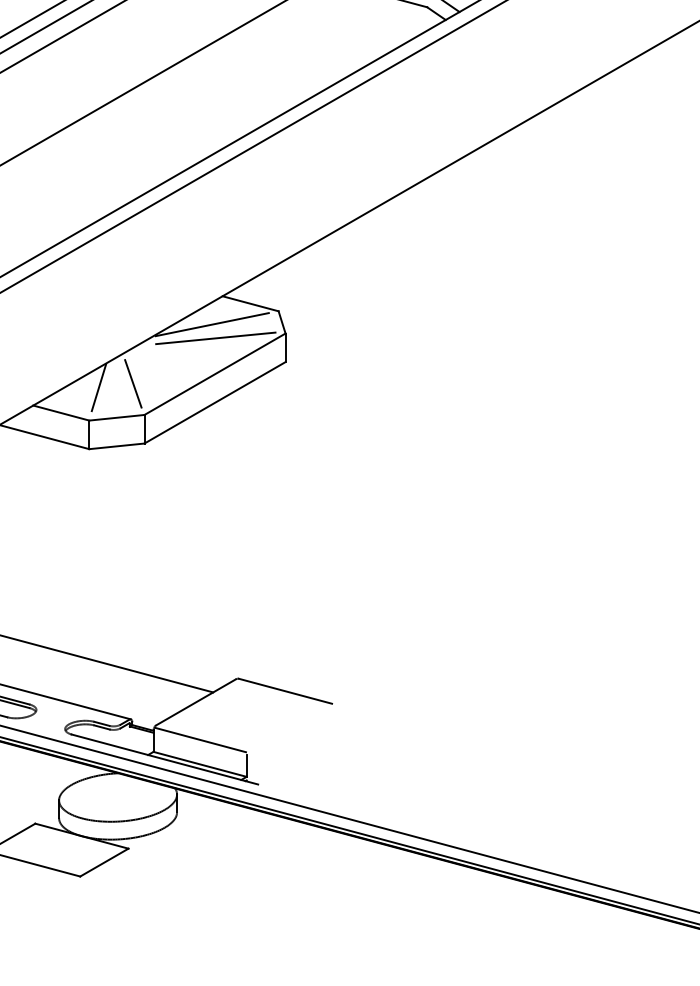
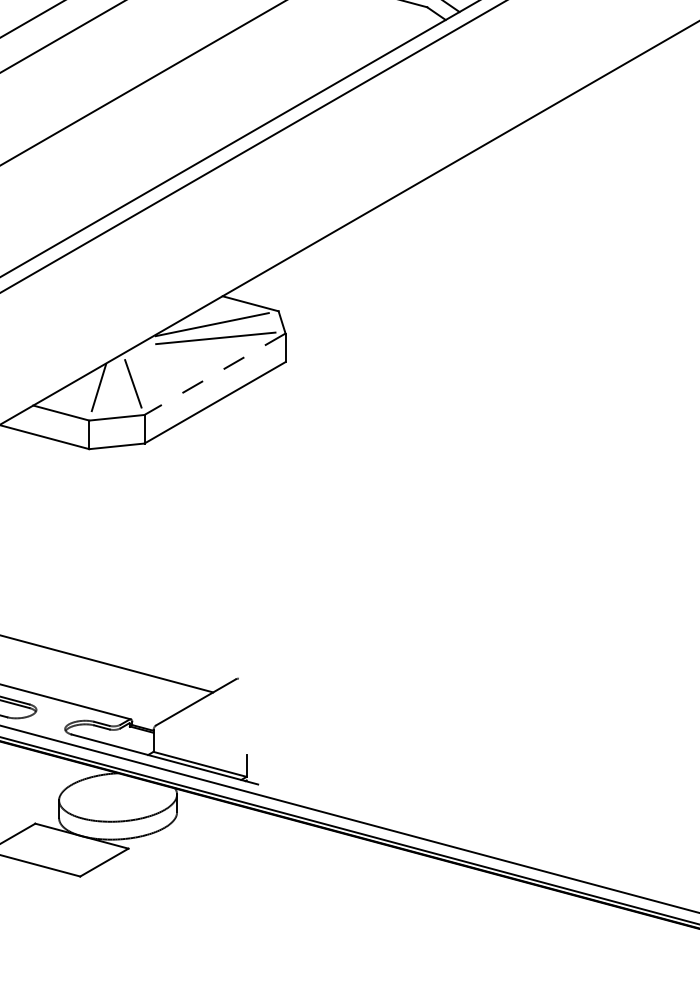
line at (45, 27): present -> none
line at (214, 374): solid -> dashed
line at (285, 690): present -> none
line at (200, 739): present -> none
